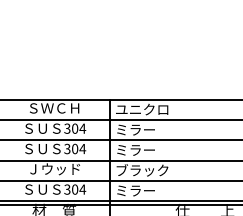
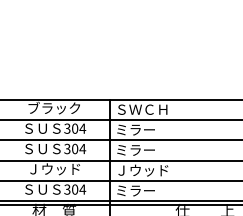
text at (53, 107): ＳＷＣＨ -> ブラック
text at (142, 109): ユニクロ -> ＳＷＣＨ
text at (142, 170): ブラック -> Ｊウッド
